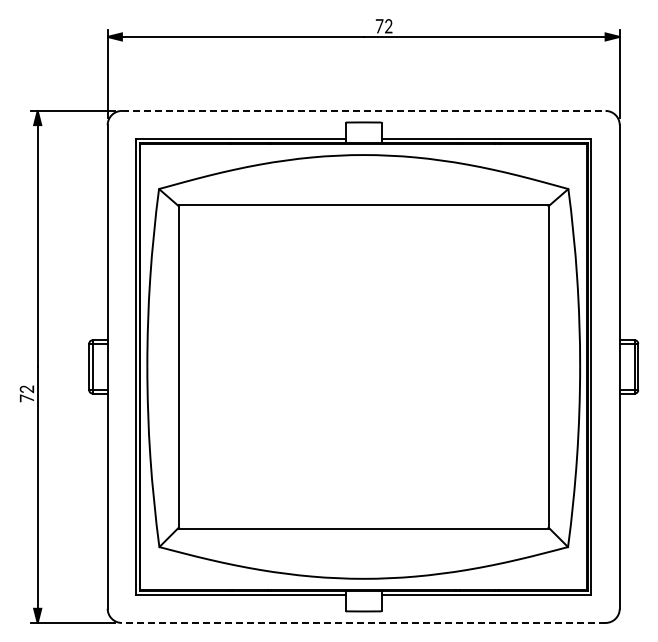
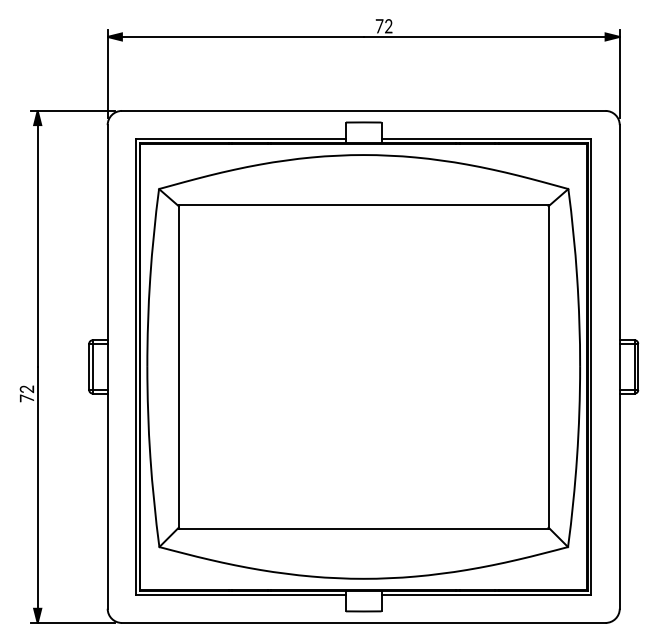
line at (363, 110): dashed -> solid
line at (363, 622): dashed -> solid
